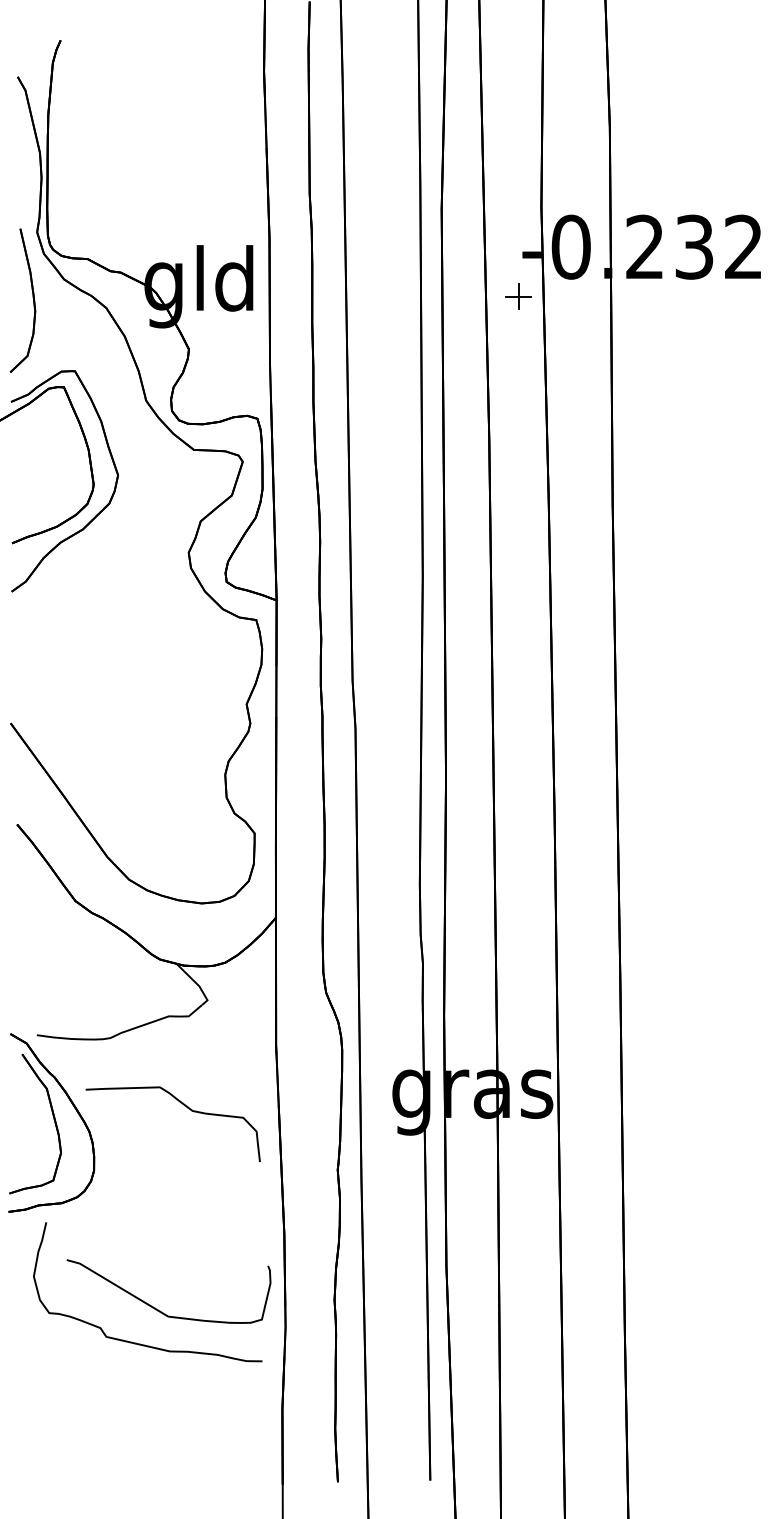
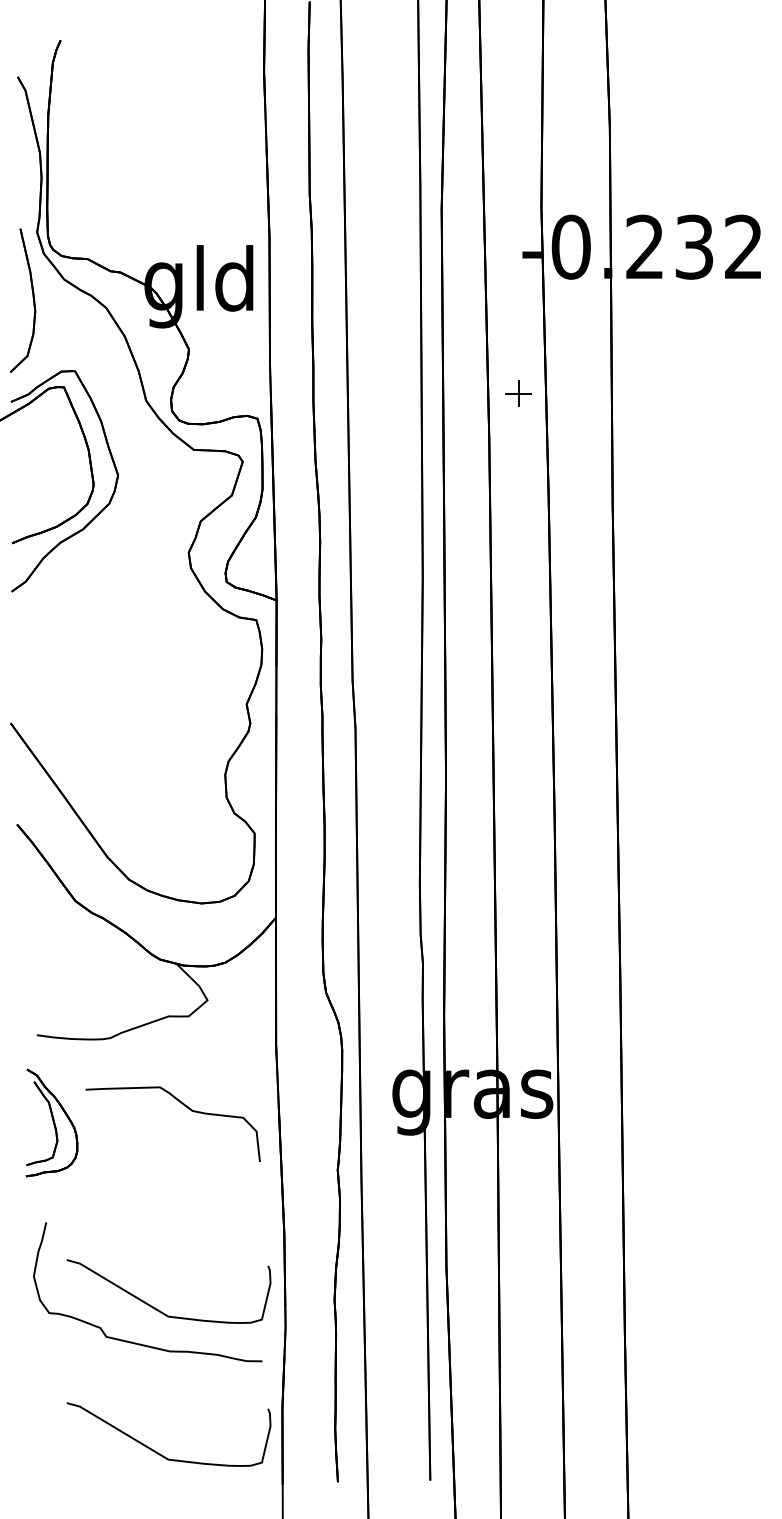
part at (518, 296) position: (518, 296) -> (518, 393)
part at (51, 1122) size: 88x180 px -> 54x110 px
curve at (158, 1452): none -> present
